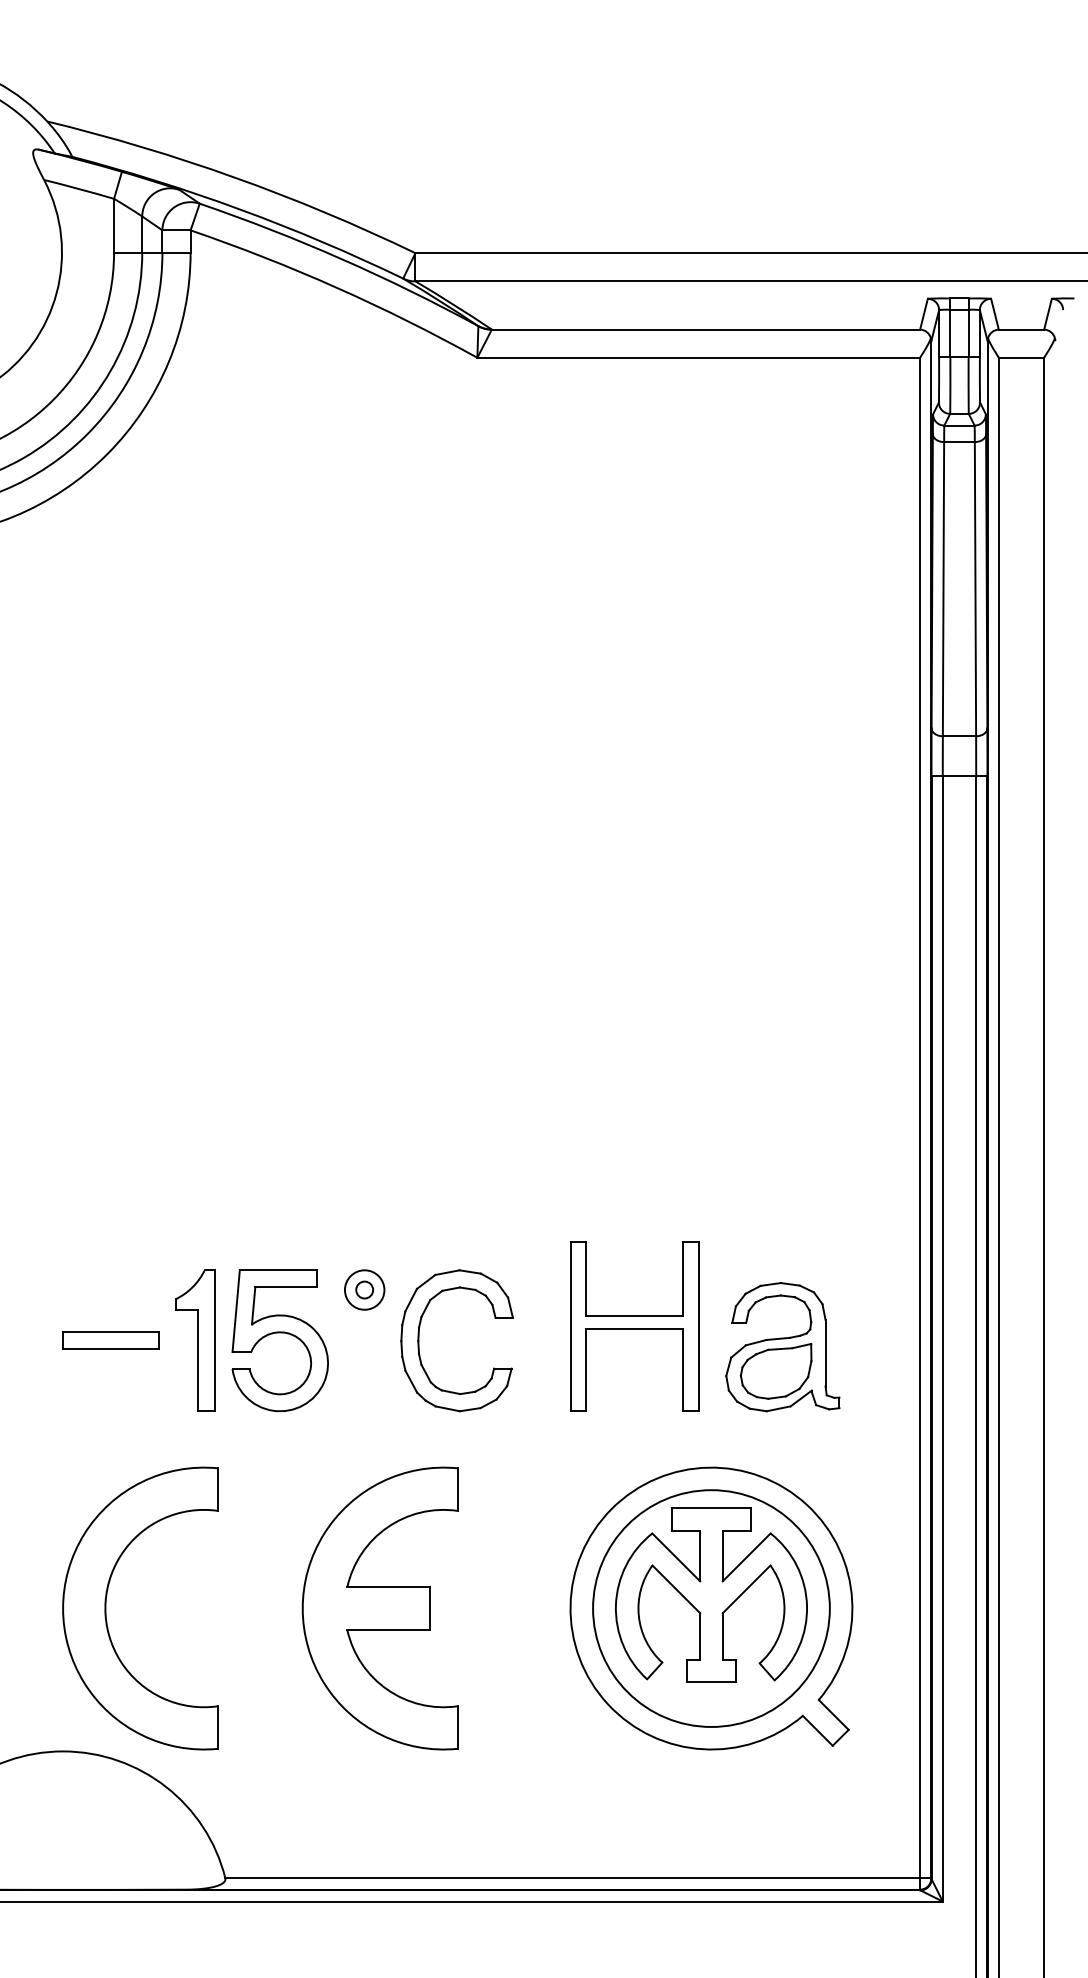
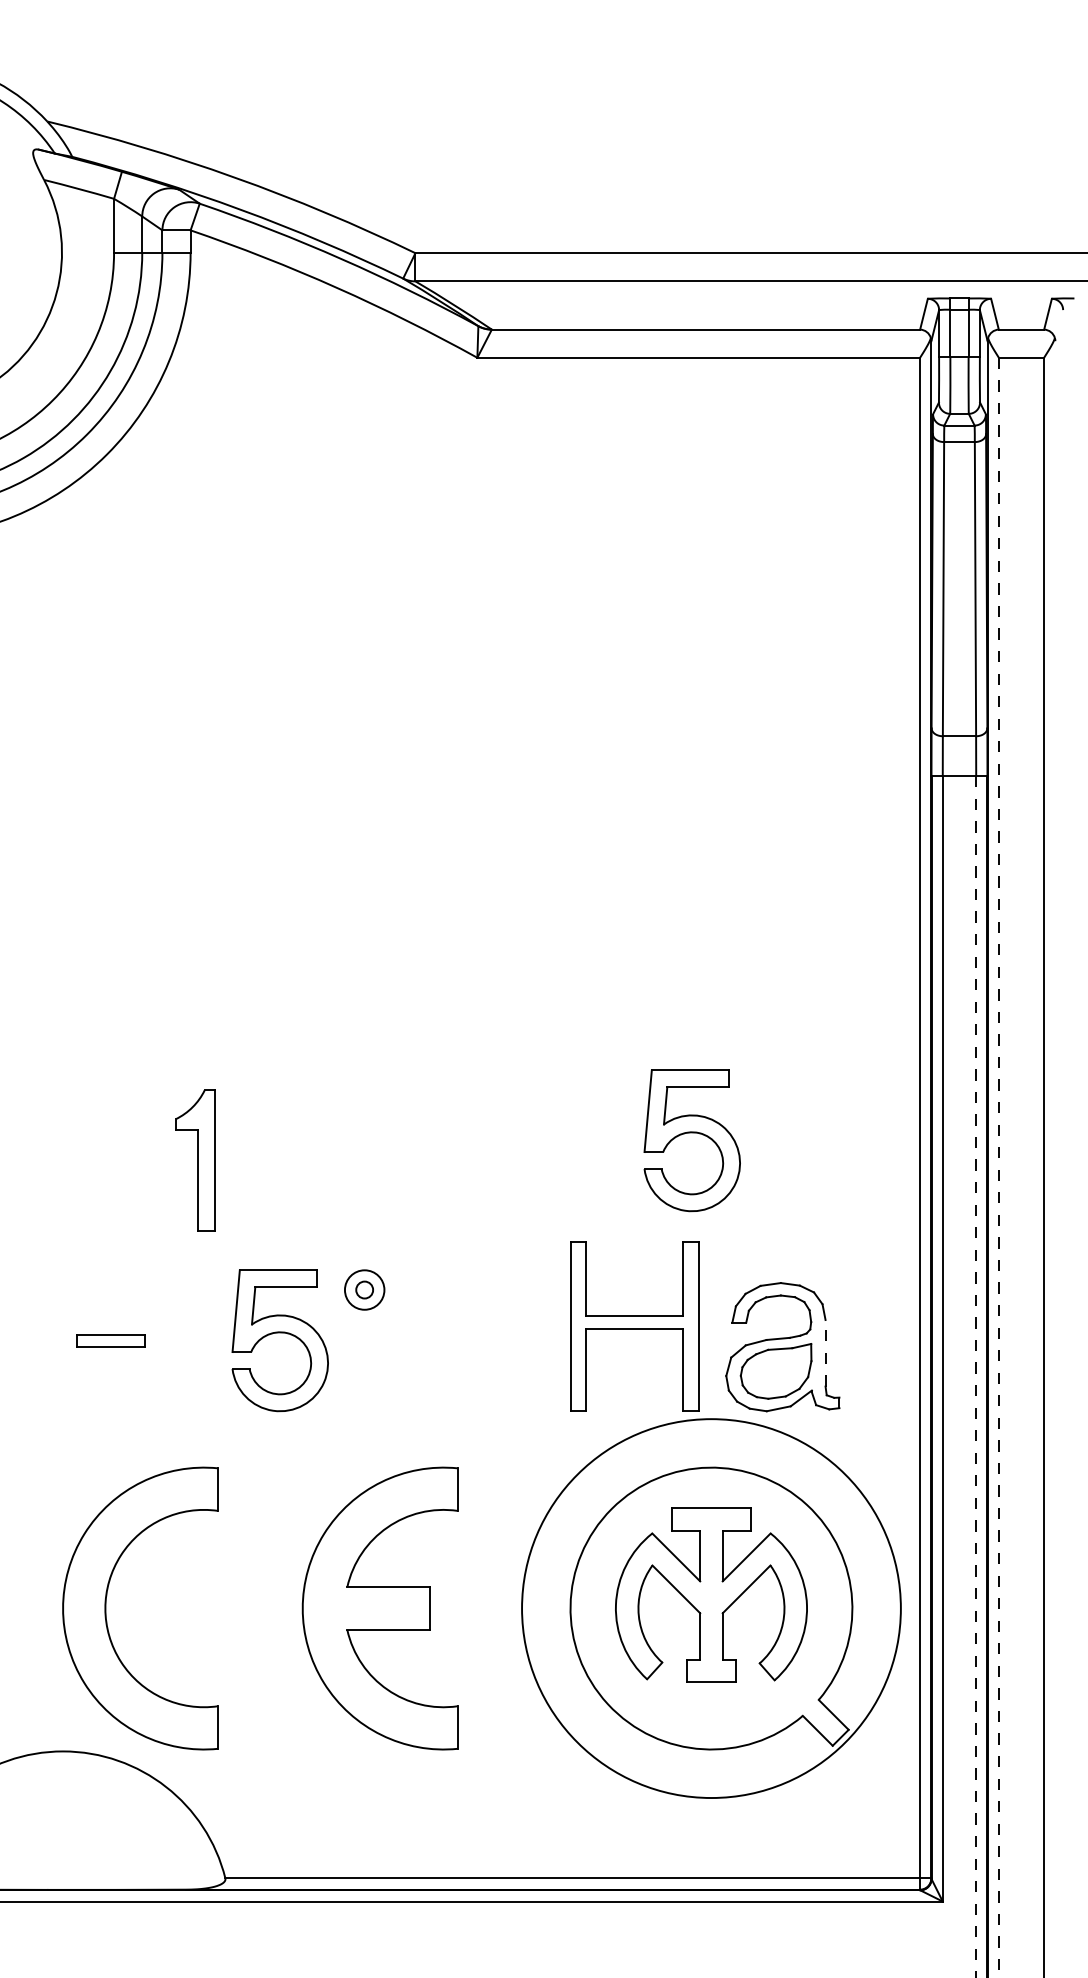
part at (691, 1133): none -> present
line at (998, 1167): solid -> dashed
part at (110, 1340) size: 98x19 px -> 70x14 px
part at (195, 1340) position: (195, 1340) -> (195, 1160)
part at (419, 1340): present -> none
line at (825, 1352): solid -> dashed
line at (976, 1376): solid -> dashed
circle at (711, 1608) diameter: 237 px -> 379 px
